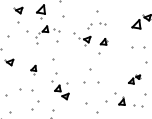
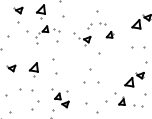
part at (103, 41) position: (103, 41) -> (109, 34)
part at (9, 62) position: (9, 62) -> (11, 68)
part at (33, 69) size: 8x12 px -> 11x16 px
part at (134, 79) size: 14x11 px -> 21x17 px
part at (60, 90) position: (60, 90) -> (60, 98)
